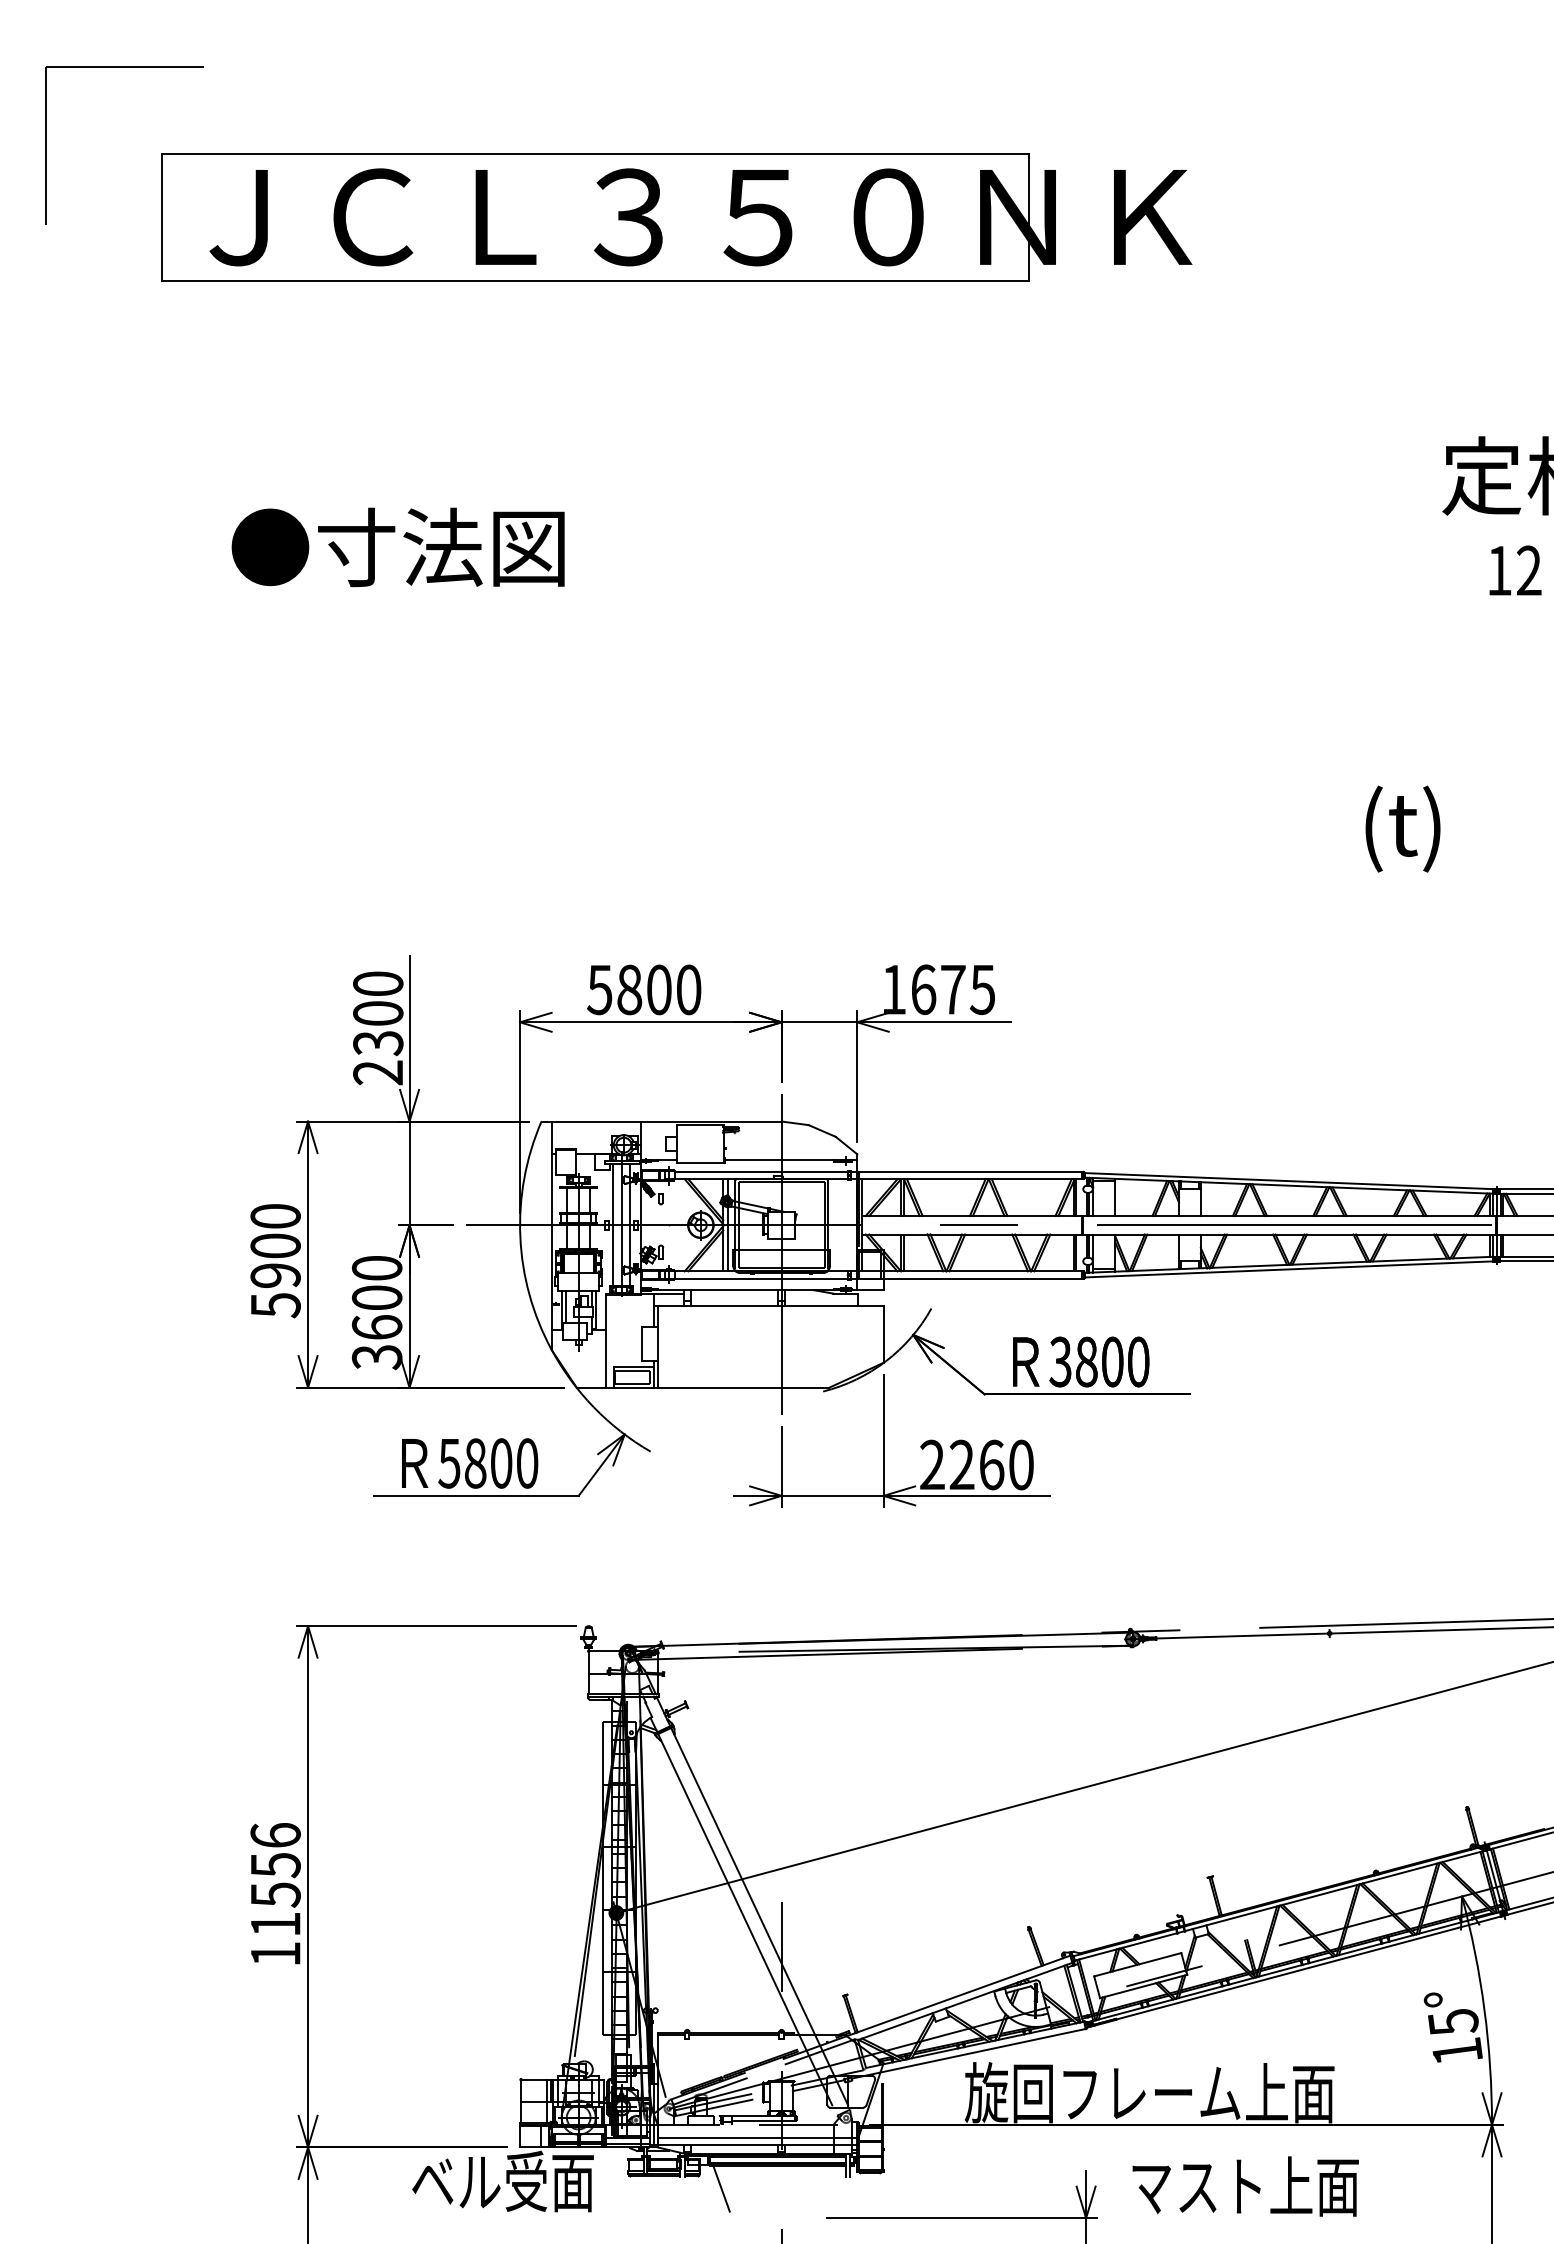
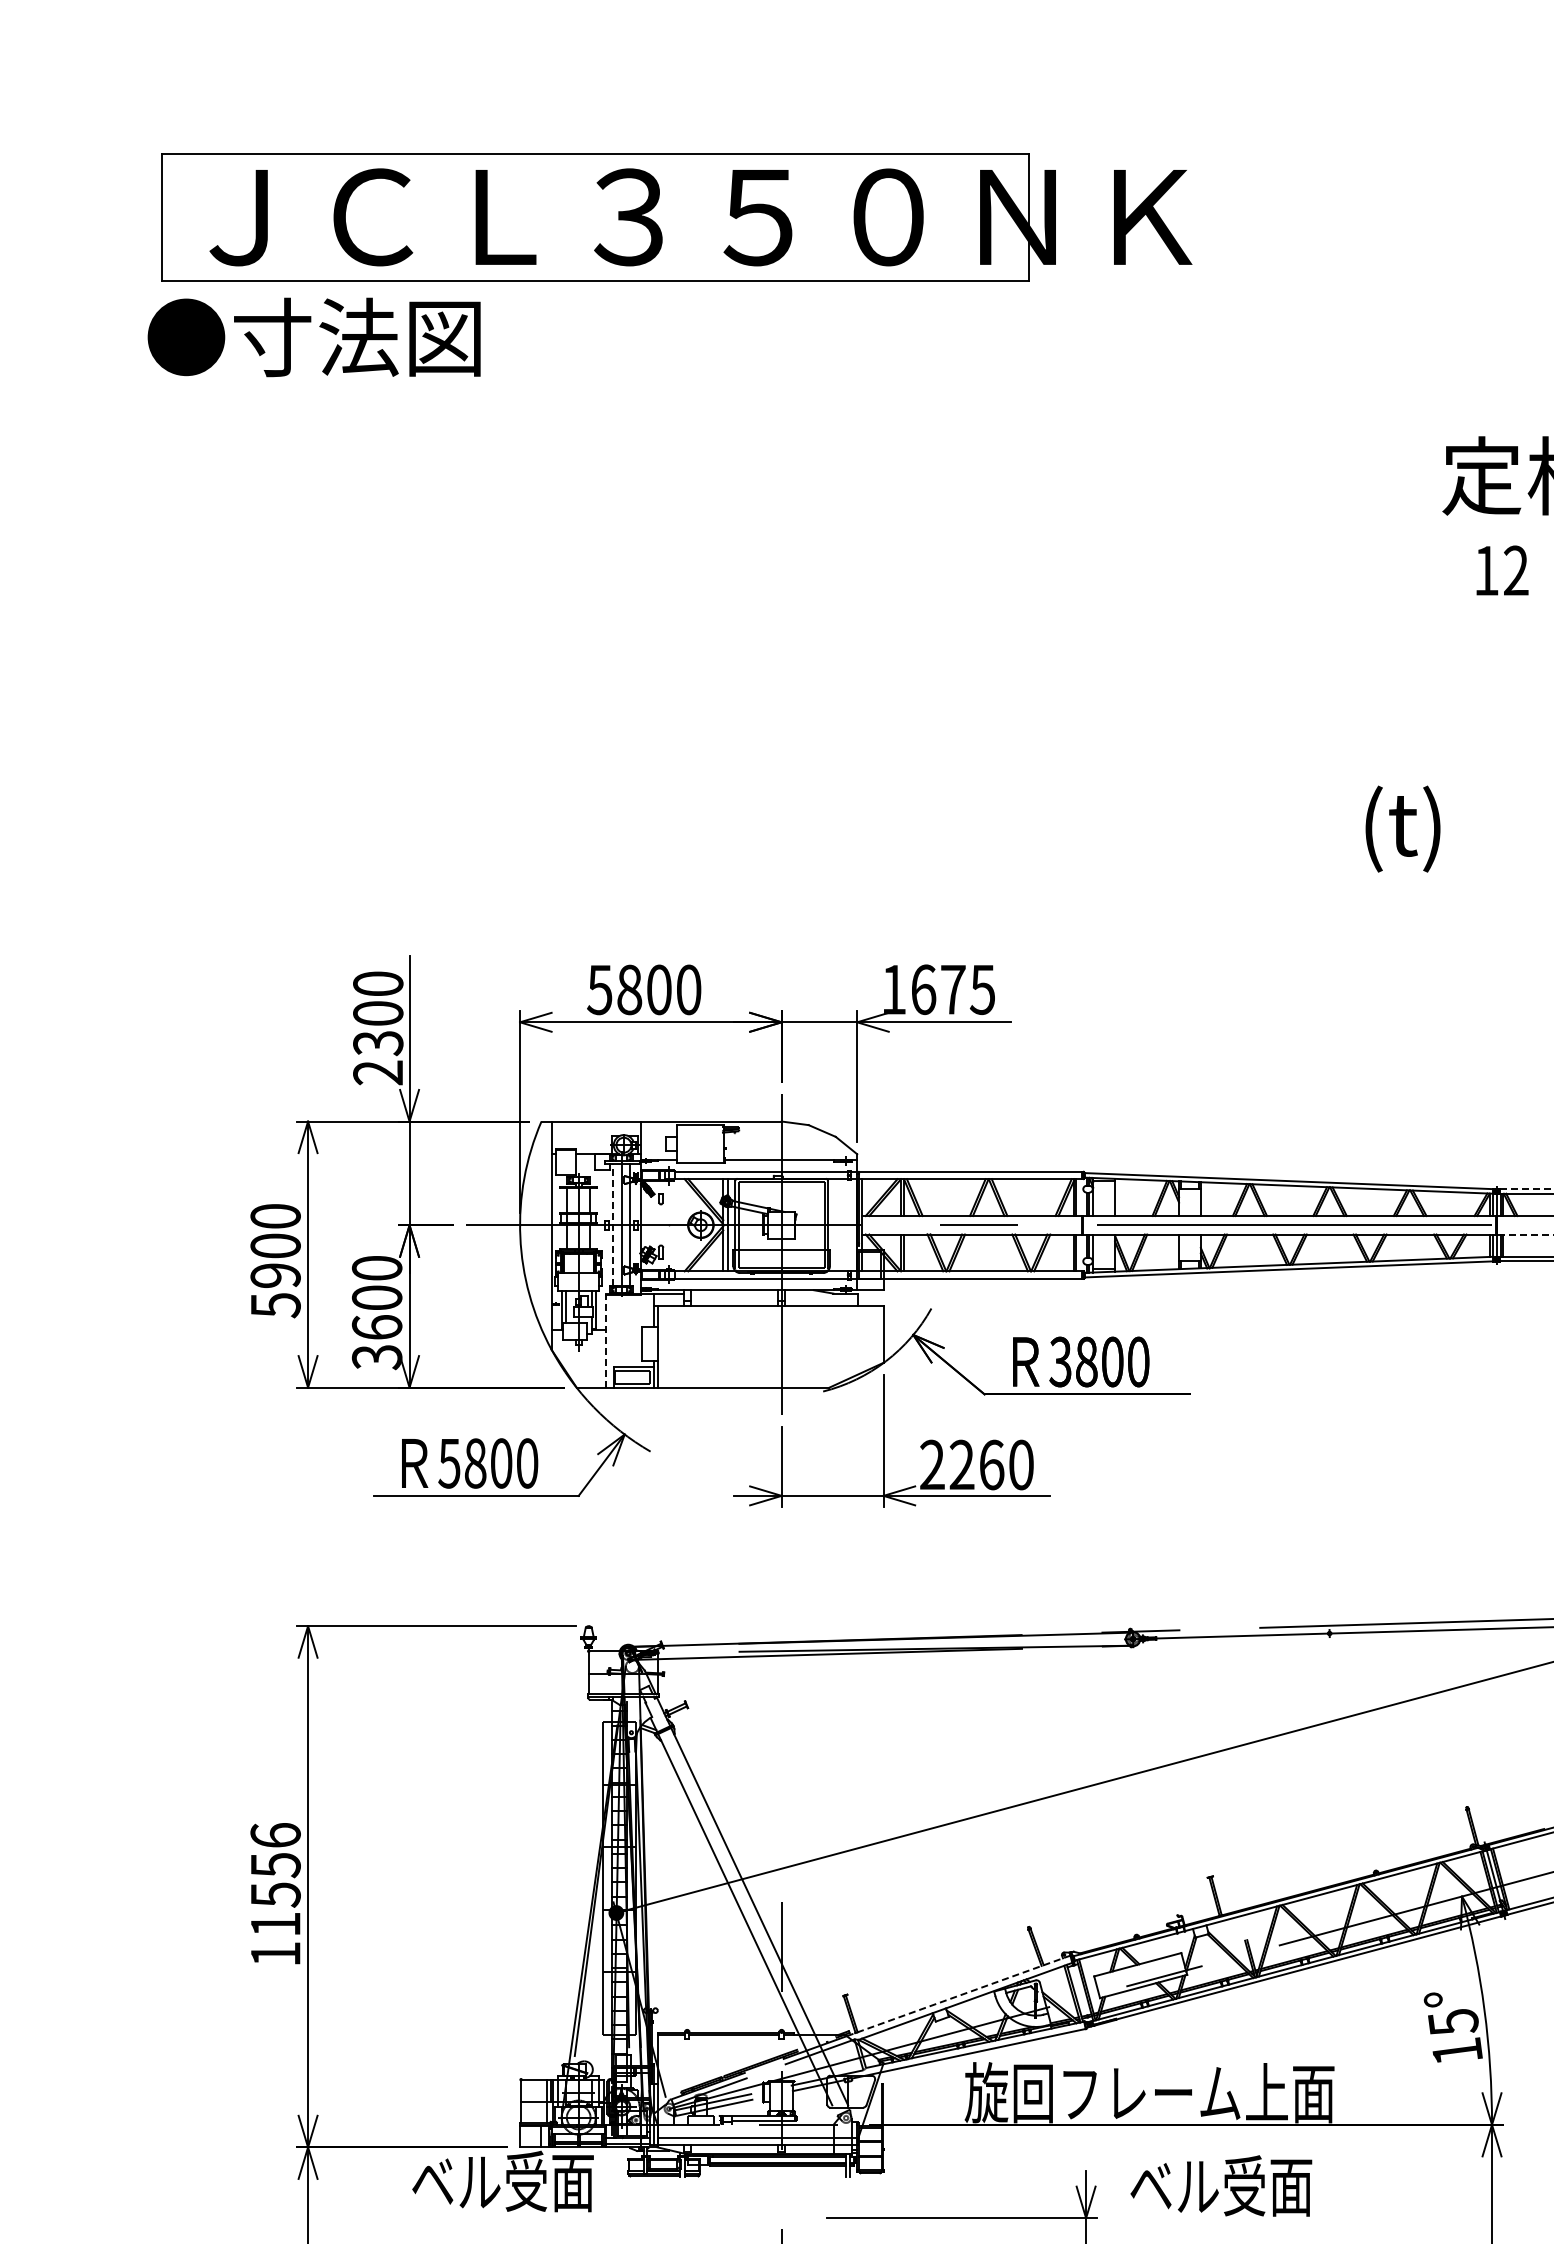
part at (124, 67): present -> none
text at (397, 547) position: (397, 547) -> (313, 337)
text at (1515, 570) position: (1515, 570) -> (1502, 570)
line at (1527, 1189): solid -> dashed
line at (613, 1224): solid -> dashed
line at (1525, 1234): solid -> dashed
line at (605, 1340): solid -> dashed
line at (958, 1995): solid -> dashed
text at (1244, 2185): マスト上面 -> ベル受面
line at (721, 2188): present -> none
